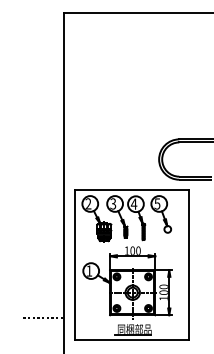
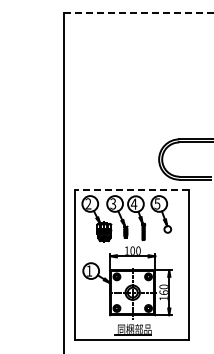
line at (139, 12): solid -> dashed
line at (131, 190): solid -> dashed
text at (163, 292): 100 -> 160
line at (43, 317): present -> none
